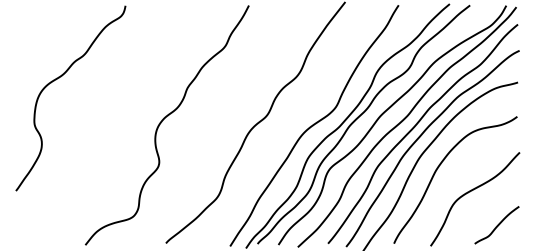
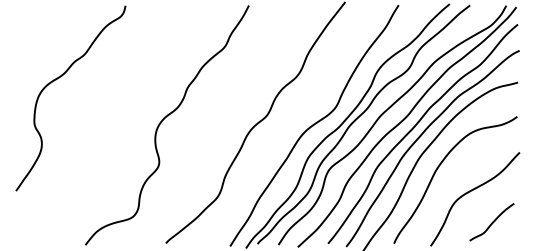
curve at (496, 225) position: (496, 225) -> (491, 222)
